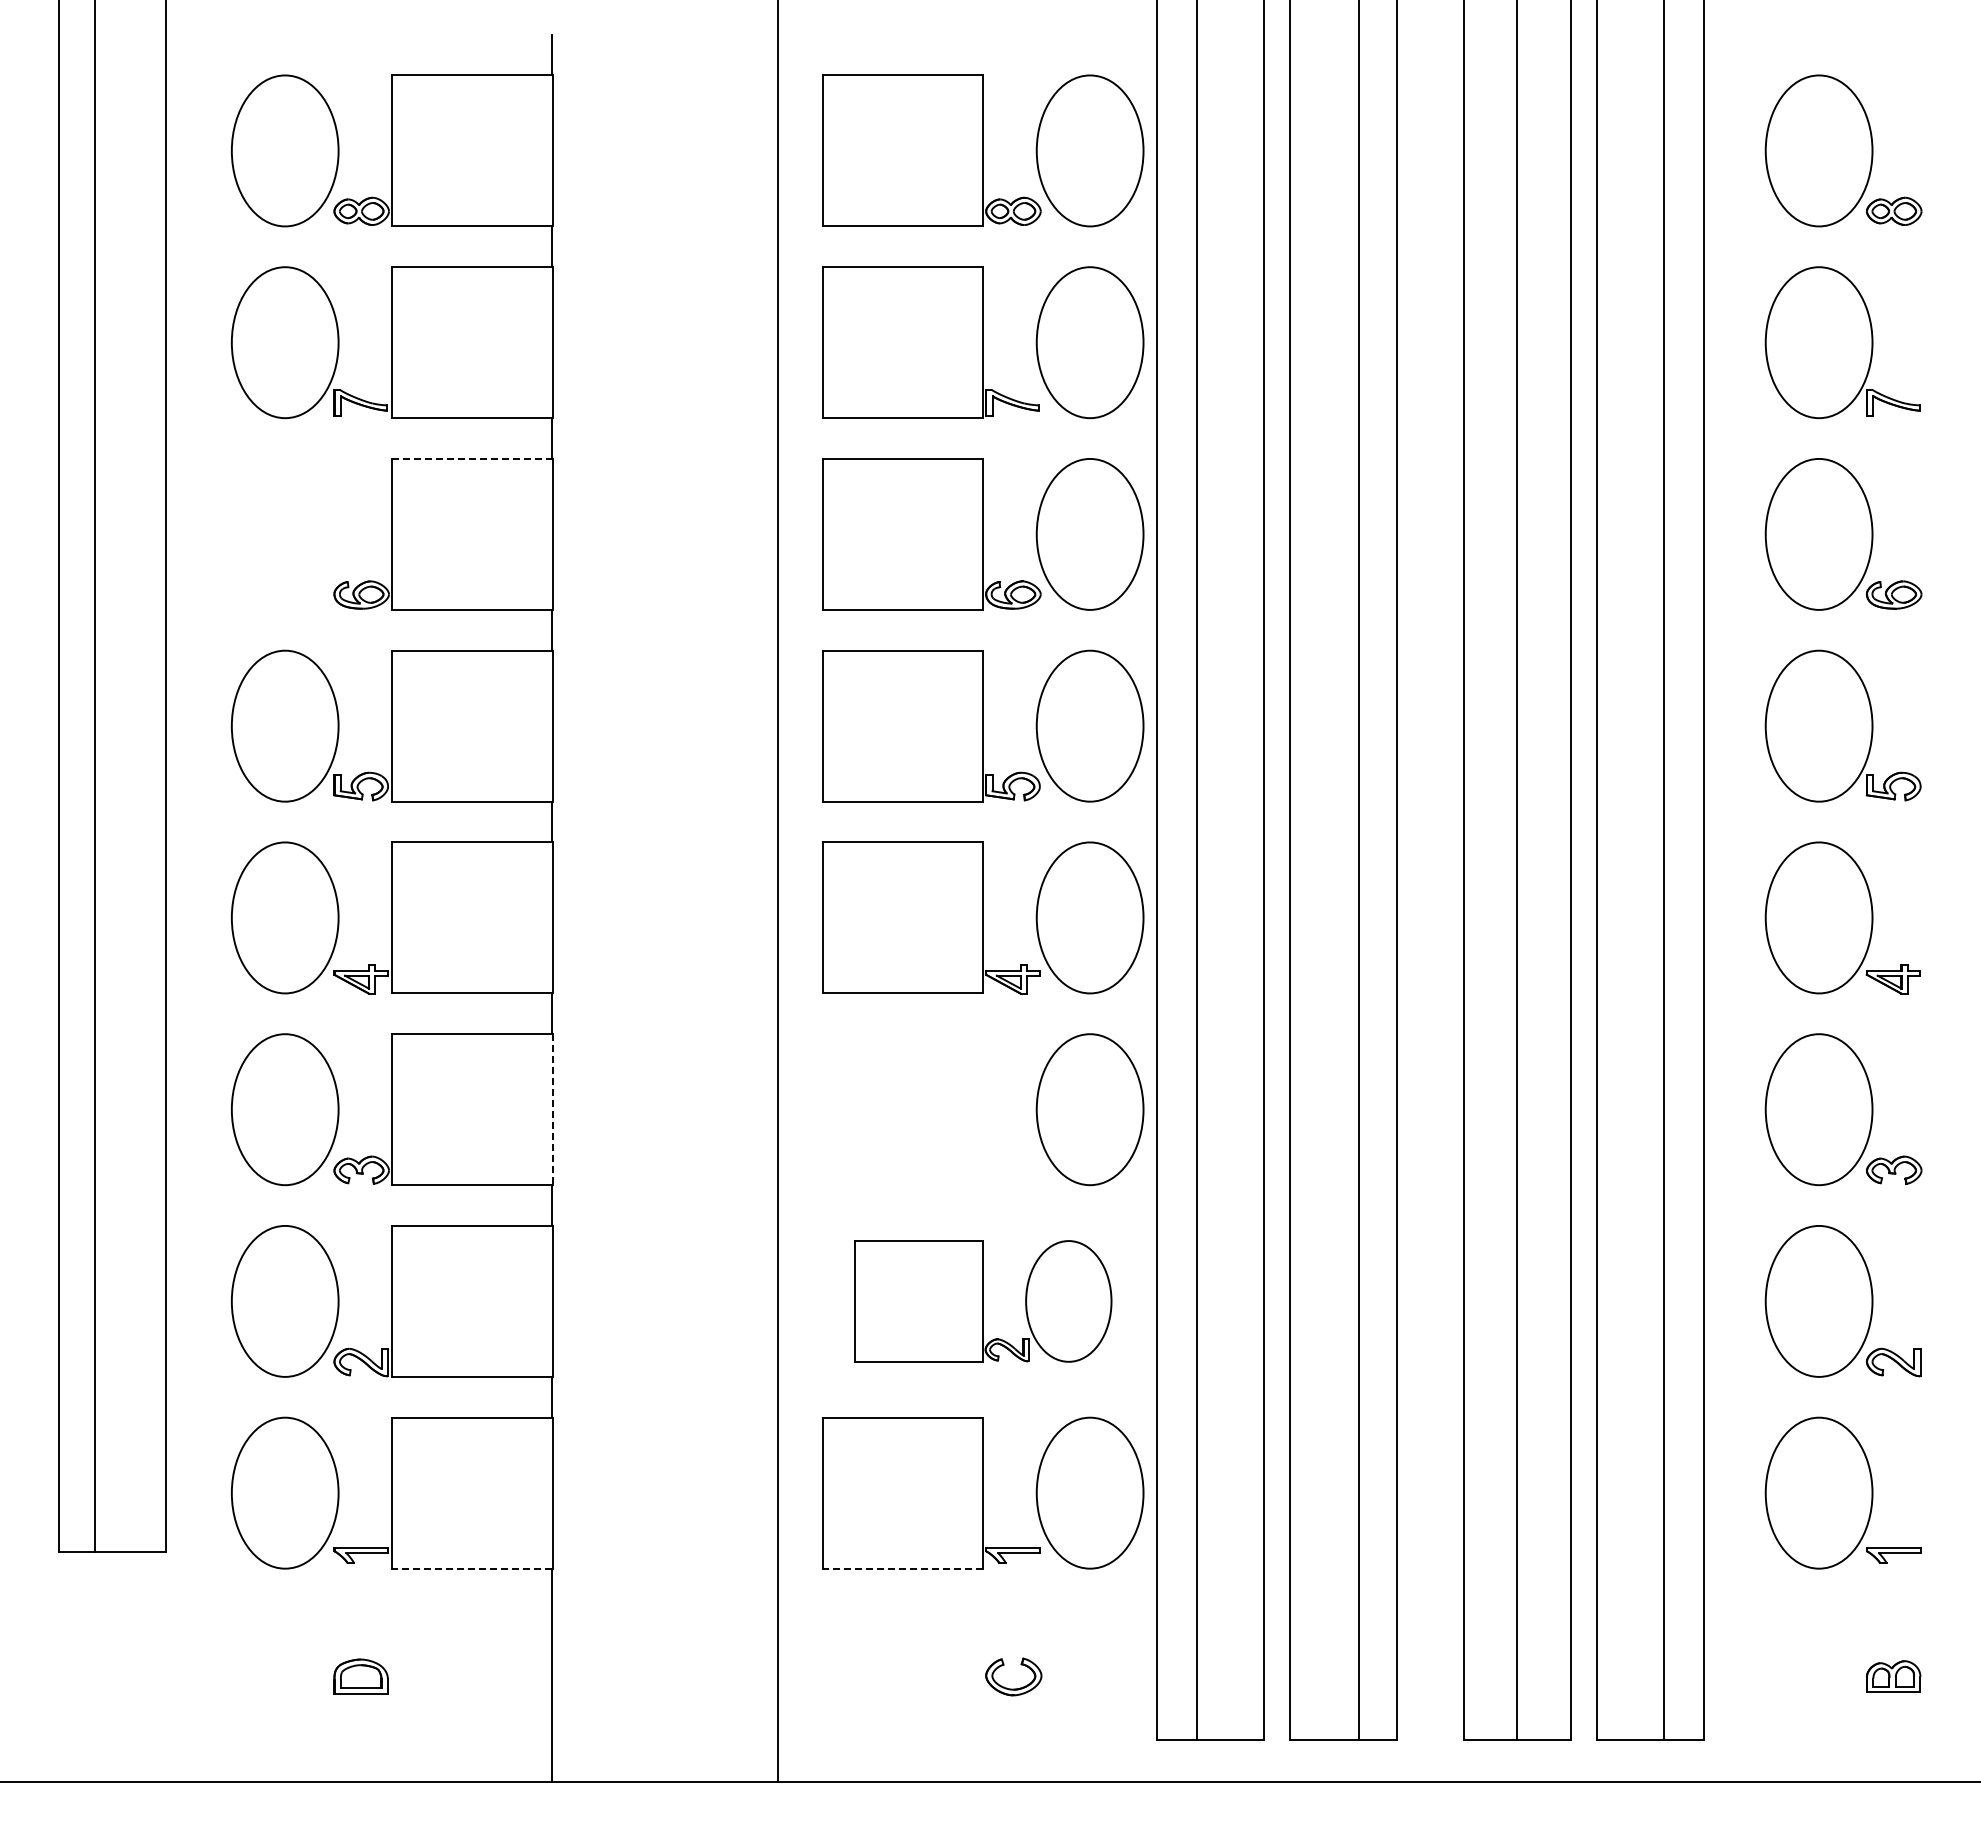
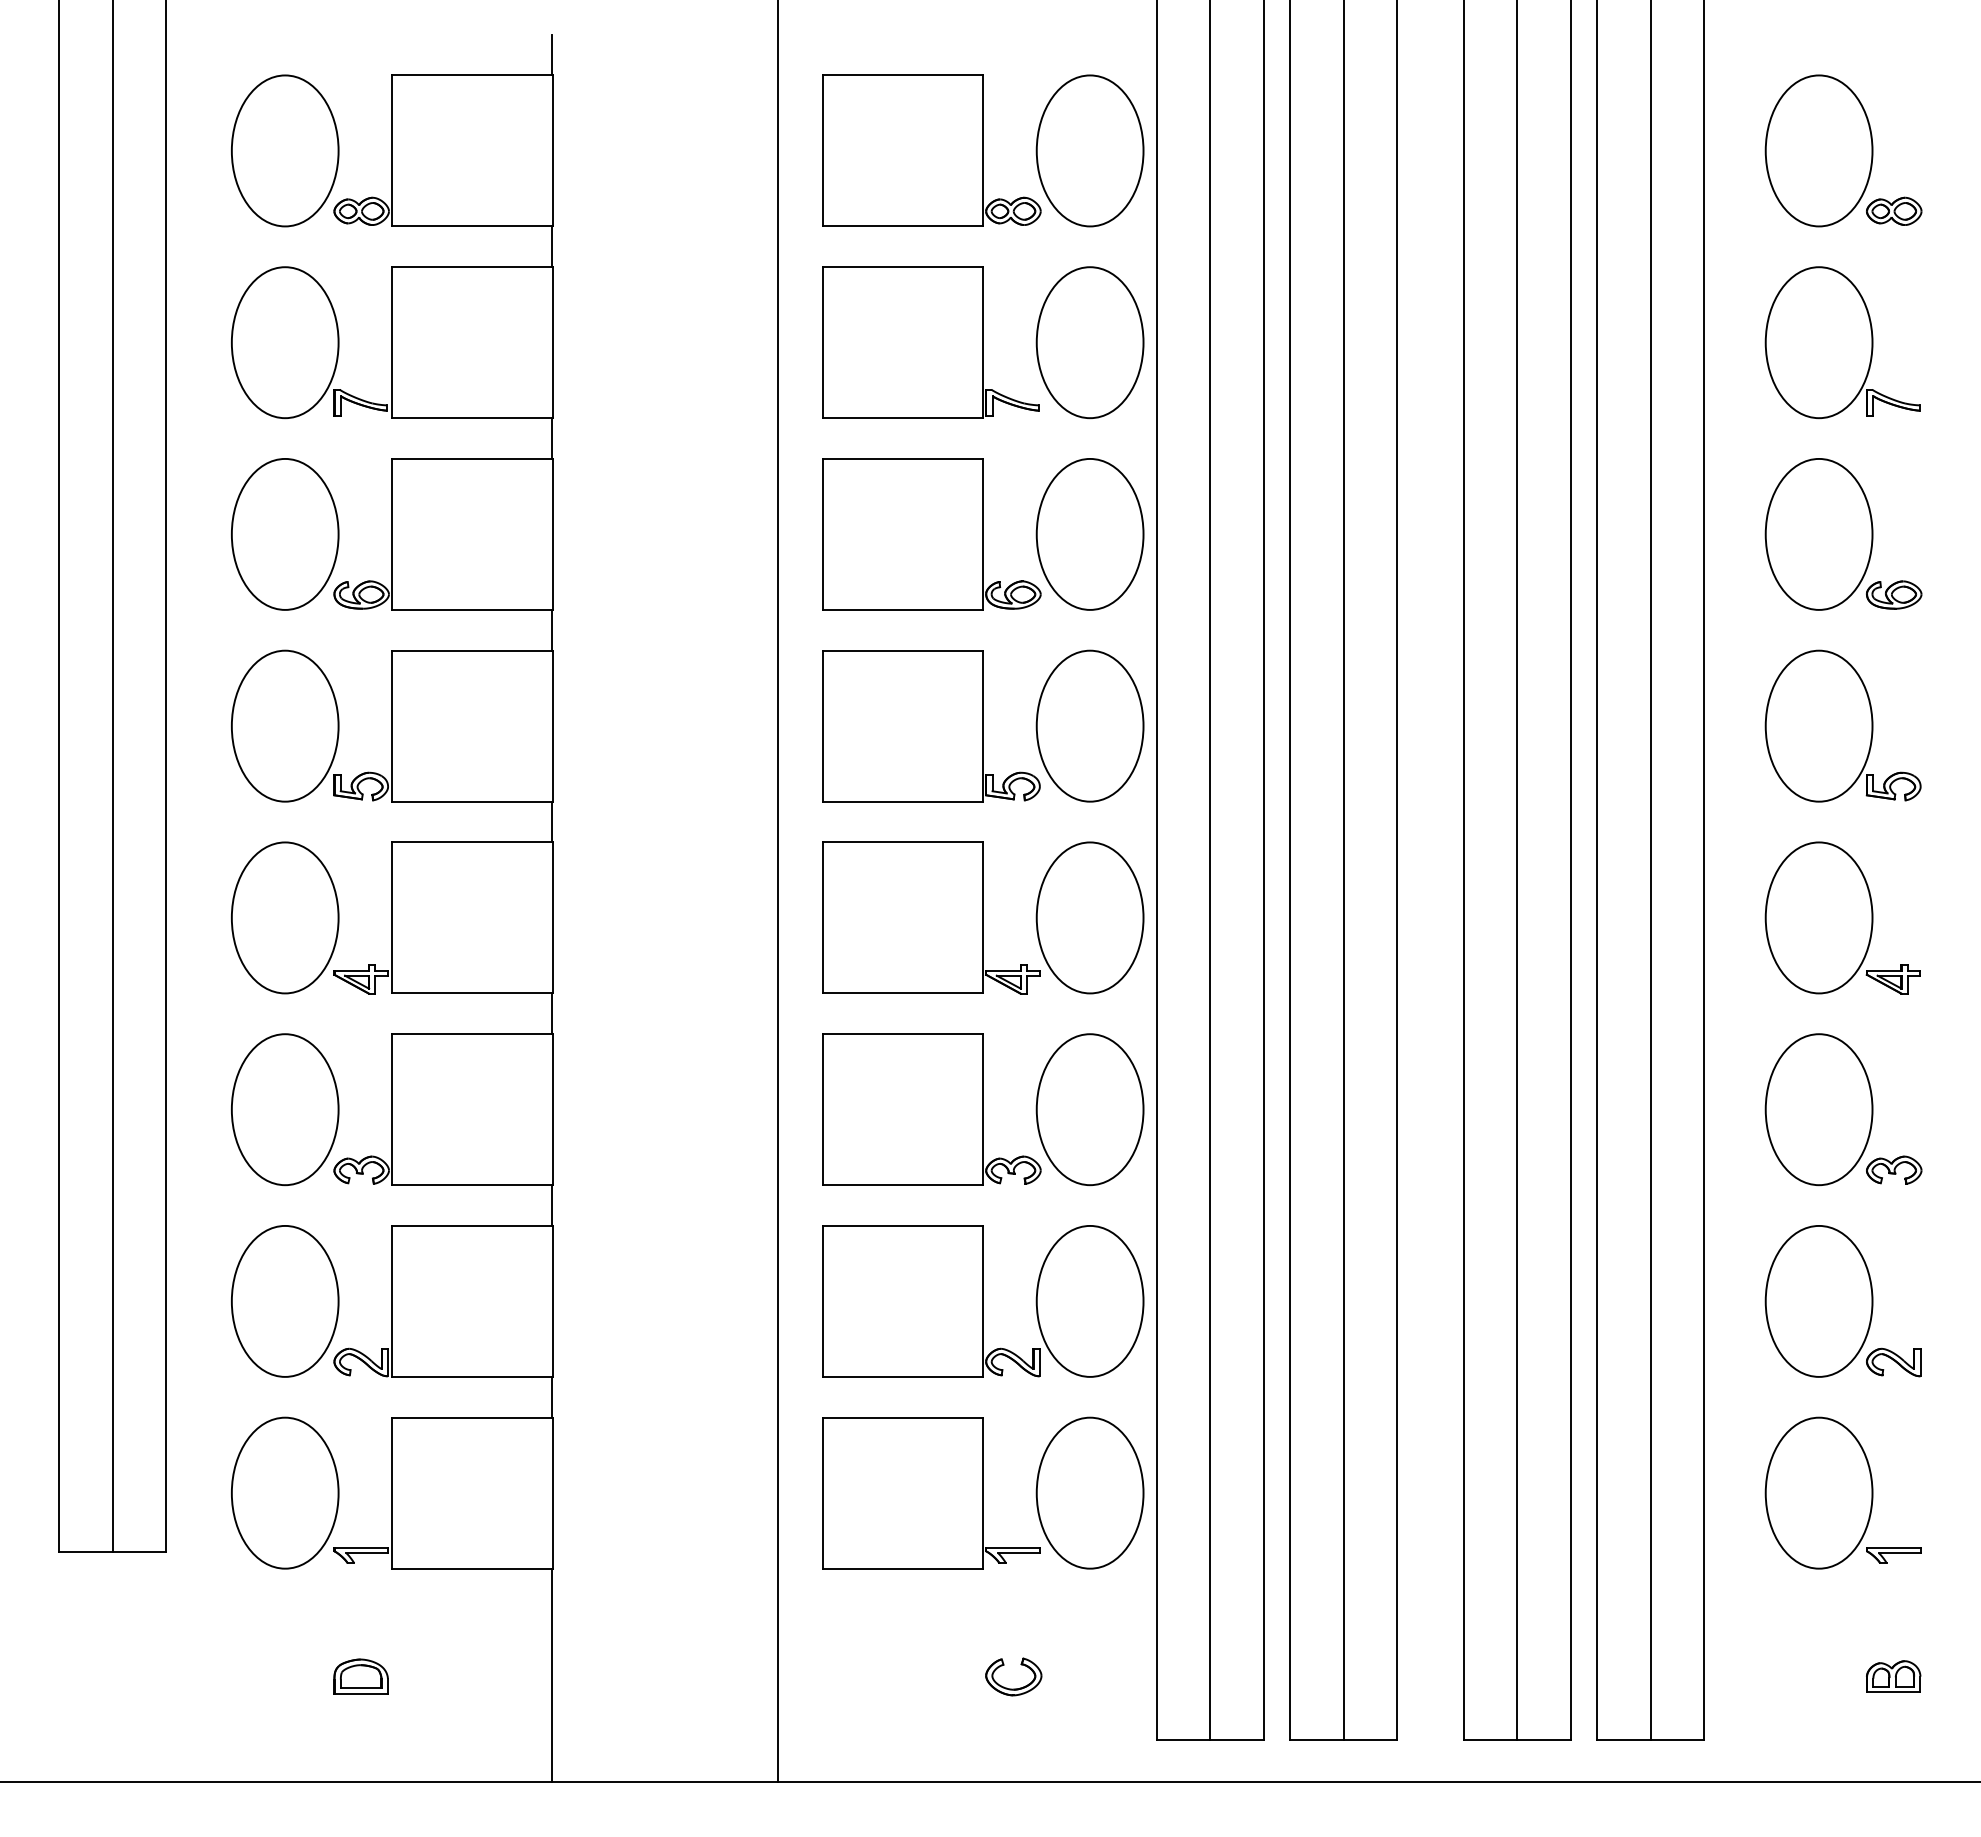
line at (472, 458): dashed -> solid
part at (285, 534): none -> present
line at (94, 776) position: (94, 776) -> (112, 776)
line at (1197, 871) position: (1197, 871) -> (1210, 871)
line at (1358, 871) position: (1358, 871) -> (1343, 871)
line at (1663, 871) position: (1663, 871) -> (1650, 871)
part at (931, 1109): none -> present
line at (552, 1110): dashed -> solid
part at (983, 1301) size: 259x123 px -> 323x153 px
line at (471, 1568): dashed -> solid
line at (902, 1568): dashed -> solid
